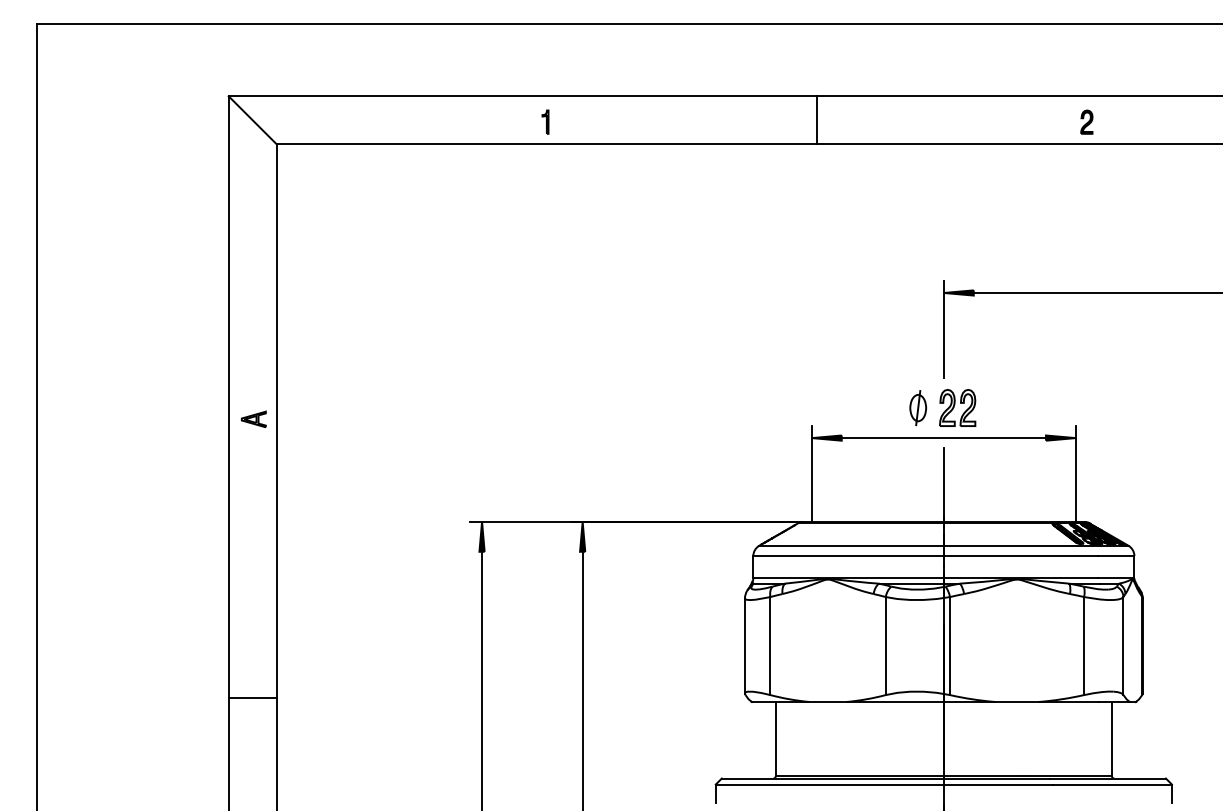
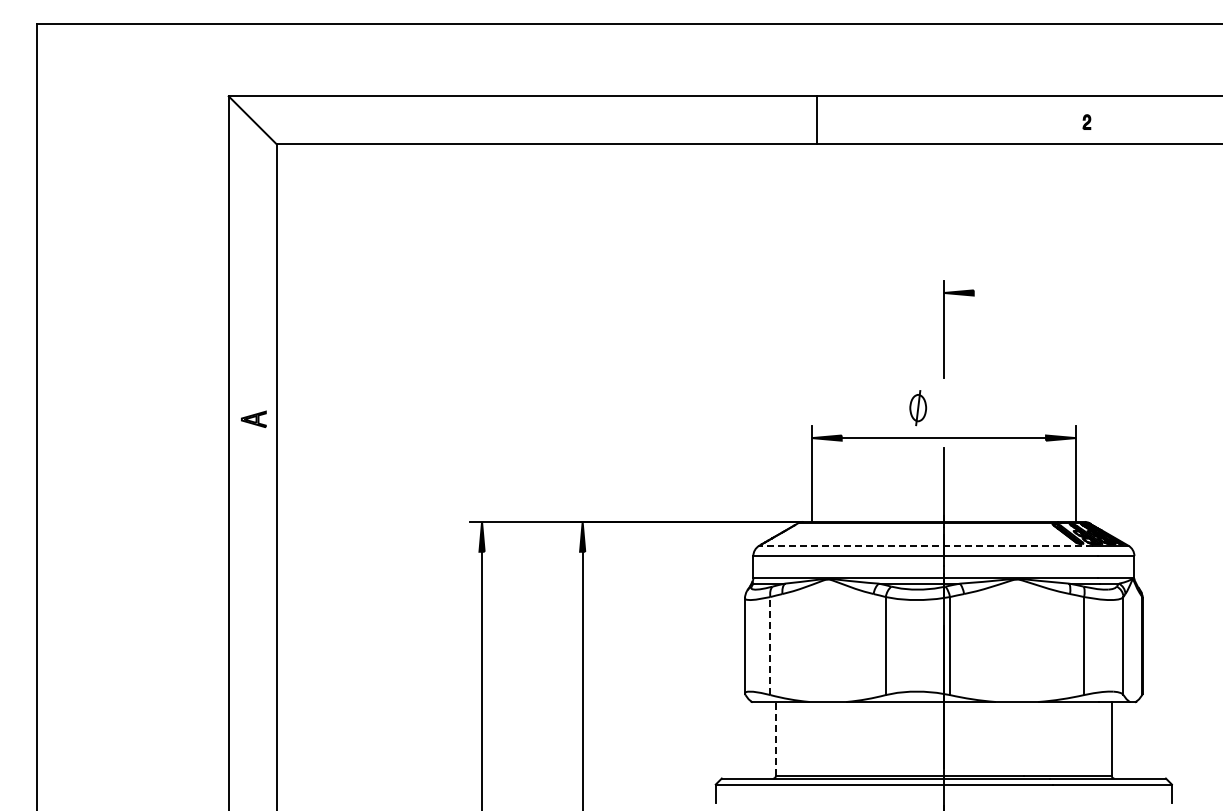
part at (545, 121): present -> none
part at (1086, 121) size: 14x26 px -> 10x16 px
line at (1096, 292): present -> none
part at (957, 407): present -> none
line at (926, 545): solid -> dashed
line at (770, 645): solid -> dashed
line at (252, 698): present -> none
line at (775, 738): solid -> dashed
